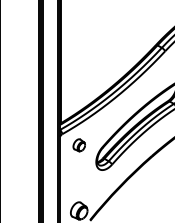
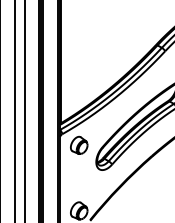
line at (14, 110): none -> present
line at (24, 110): none -> present
part at (78, 145) size: 14x15 px -> 19x20 px
